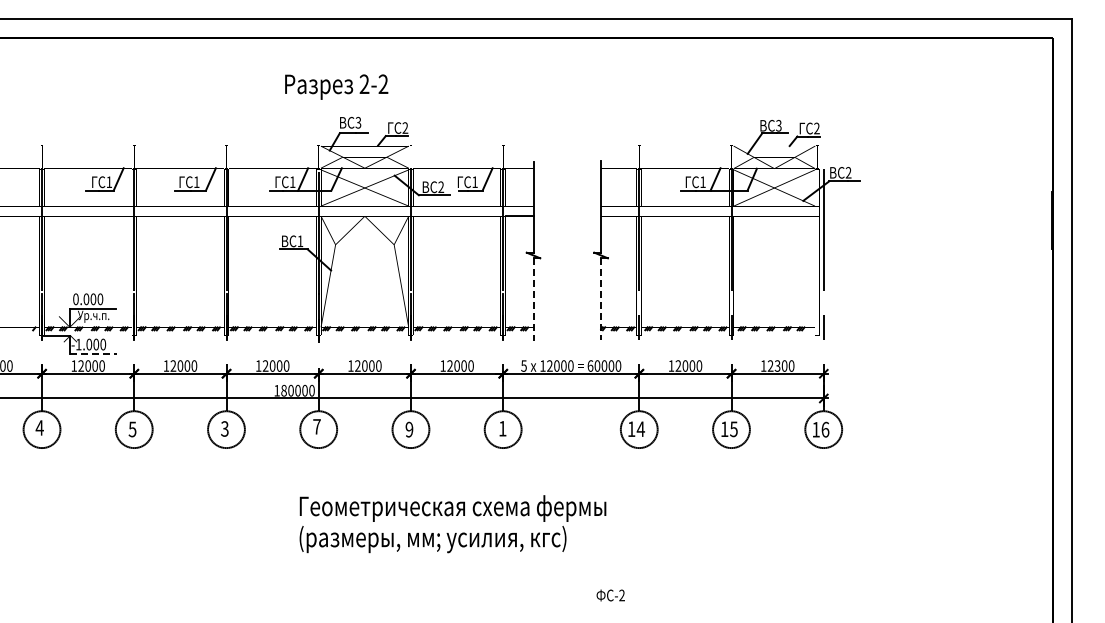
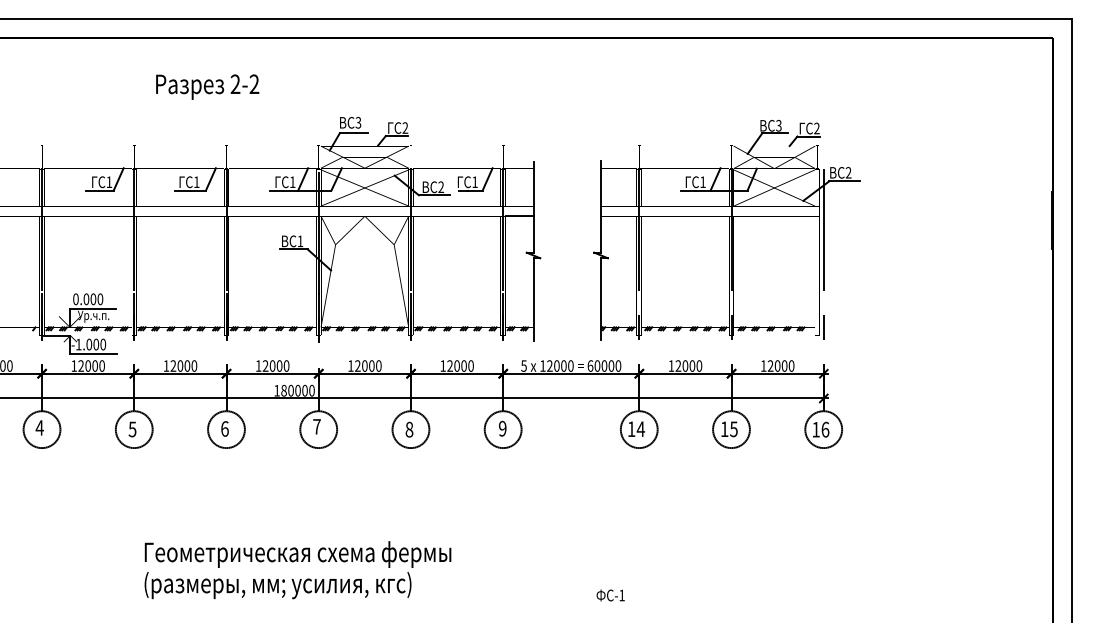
text at (336, 86) position: (336, 86) -> (207, 86)
line at (601, 299): dashed -> solid
line at (533, 300): dashed -> solid
line at (94, 354): dashed -> solid
text at (777, 365): 12300 -> 12000
text at (224, 428): 3 -> 6
text at (502, 428): 1 -> 9
text at (409, 429): 9 -> 8
text at (452, 524) position: (452, 524) -> (297, 570)
text at (621, 595): -2 -> -1
